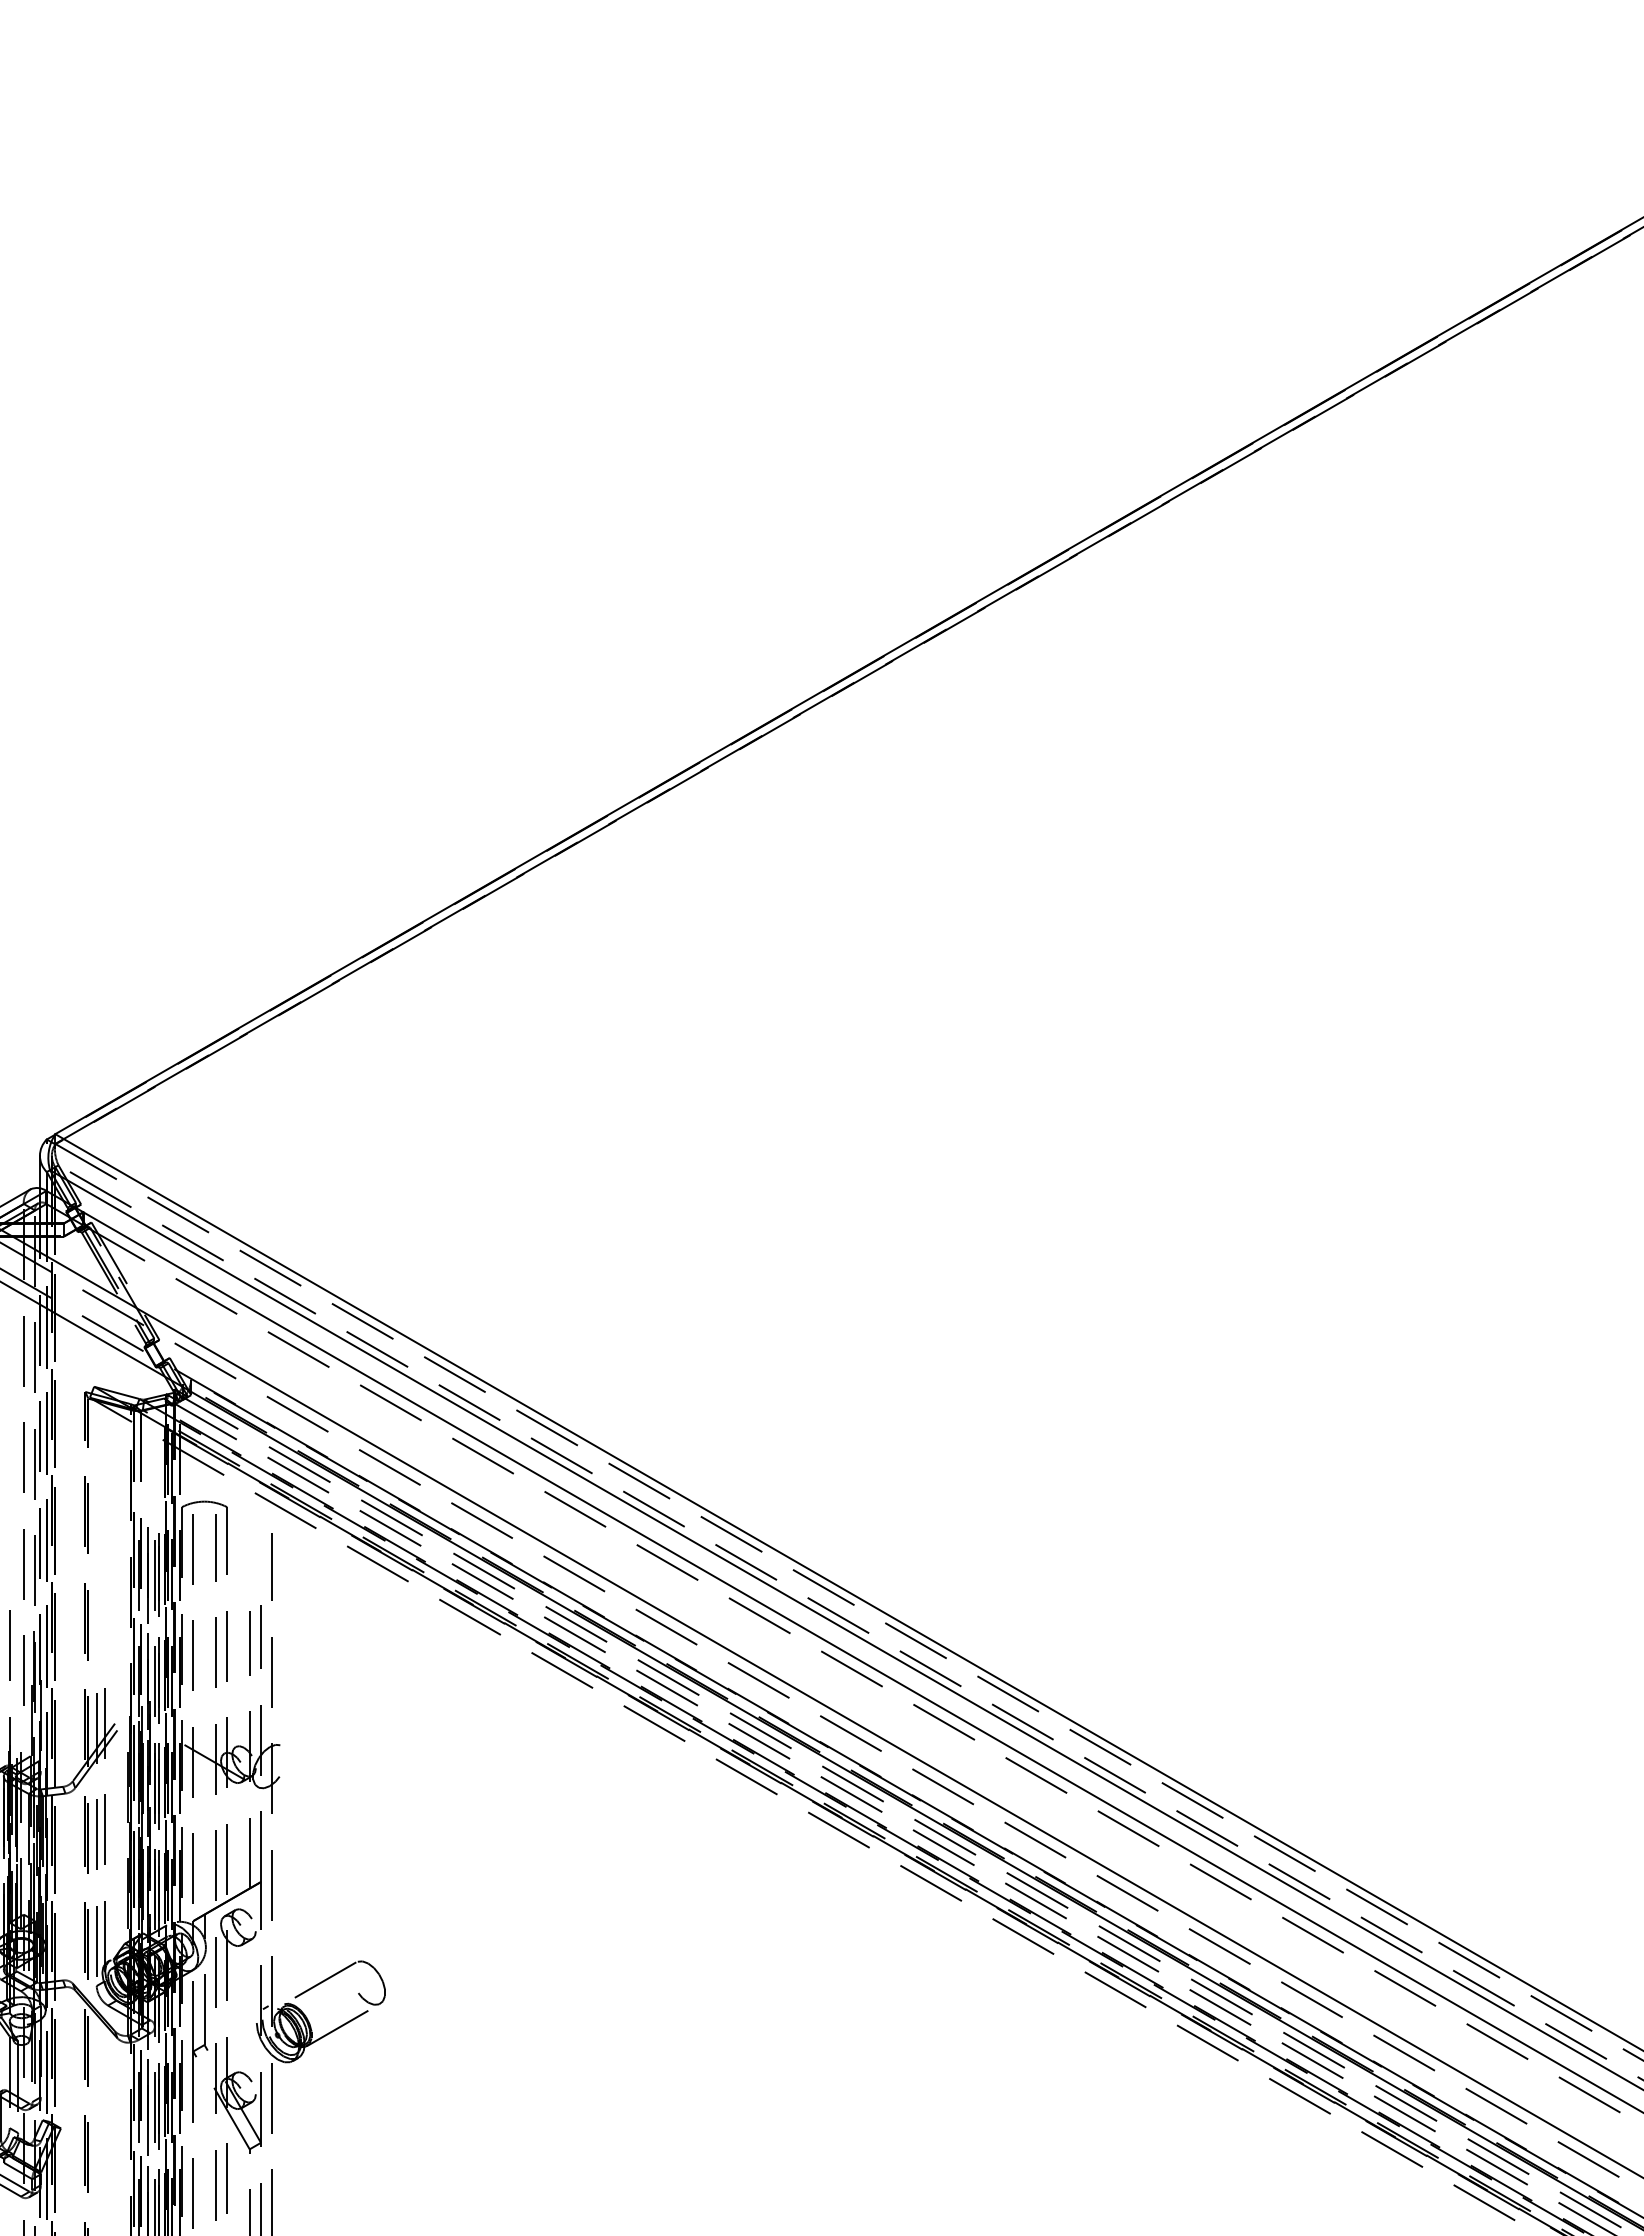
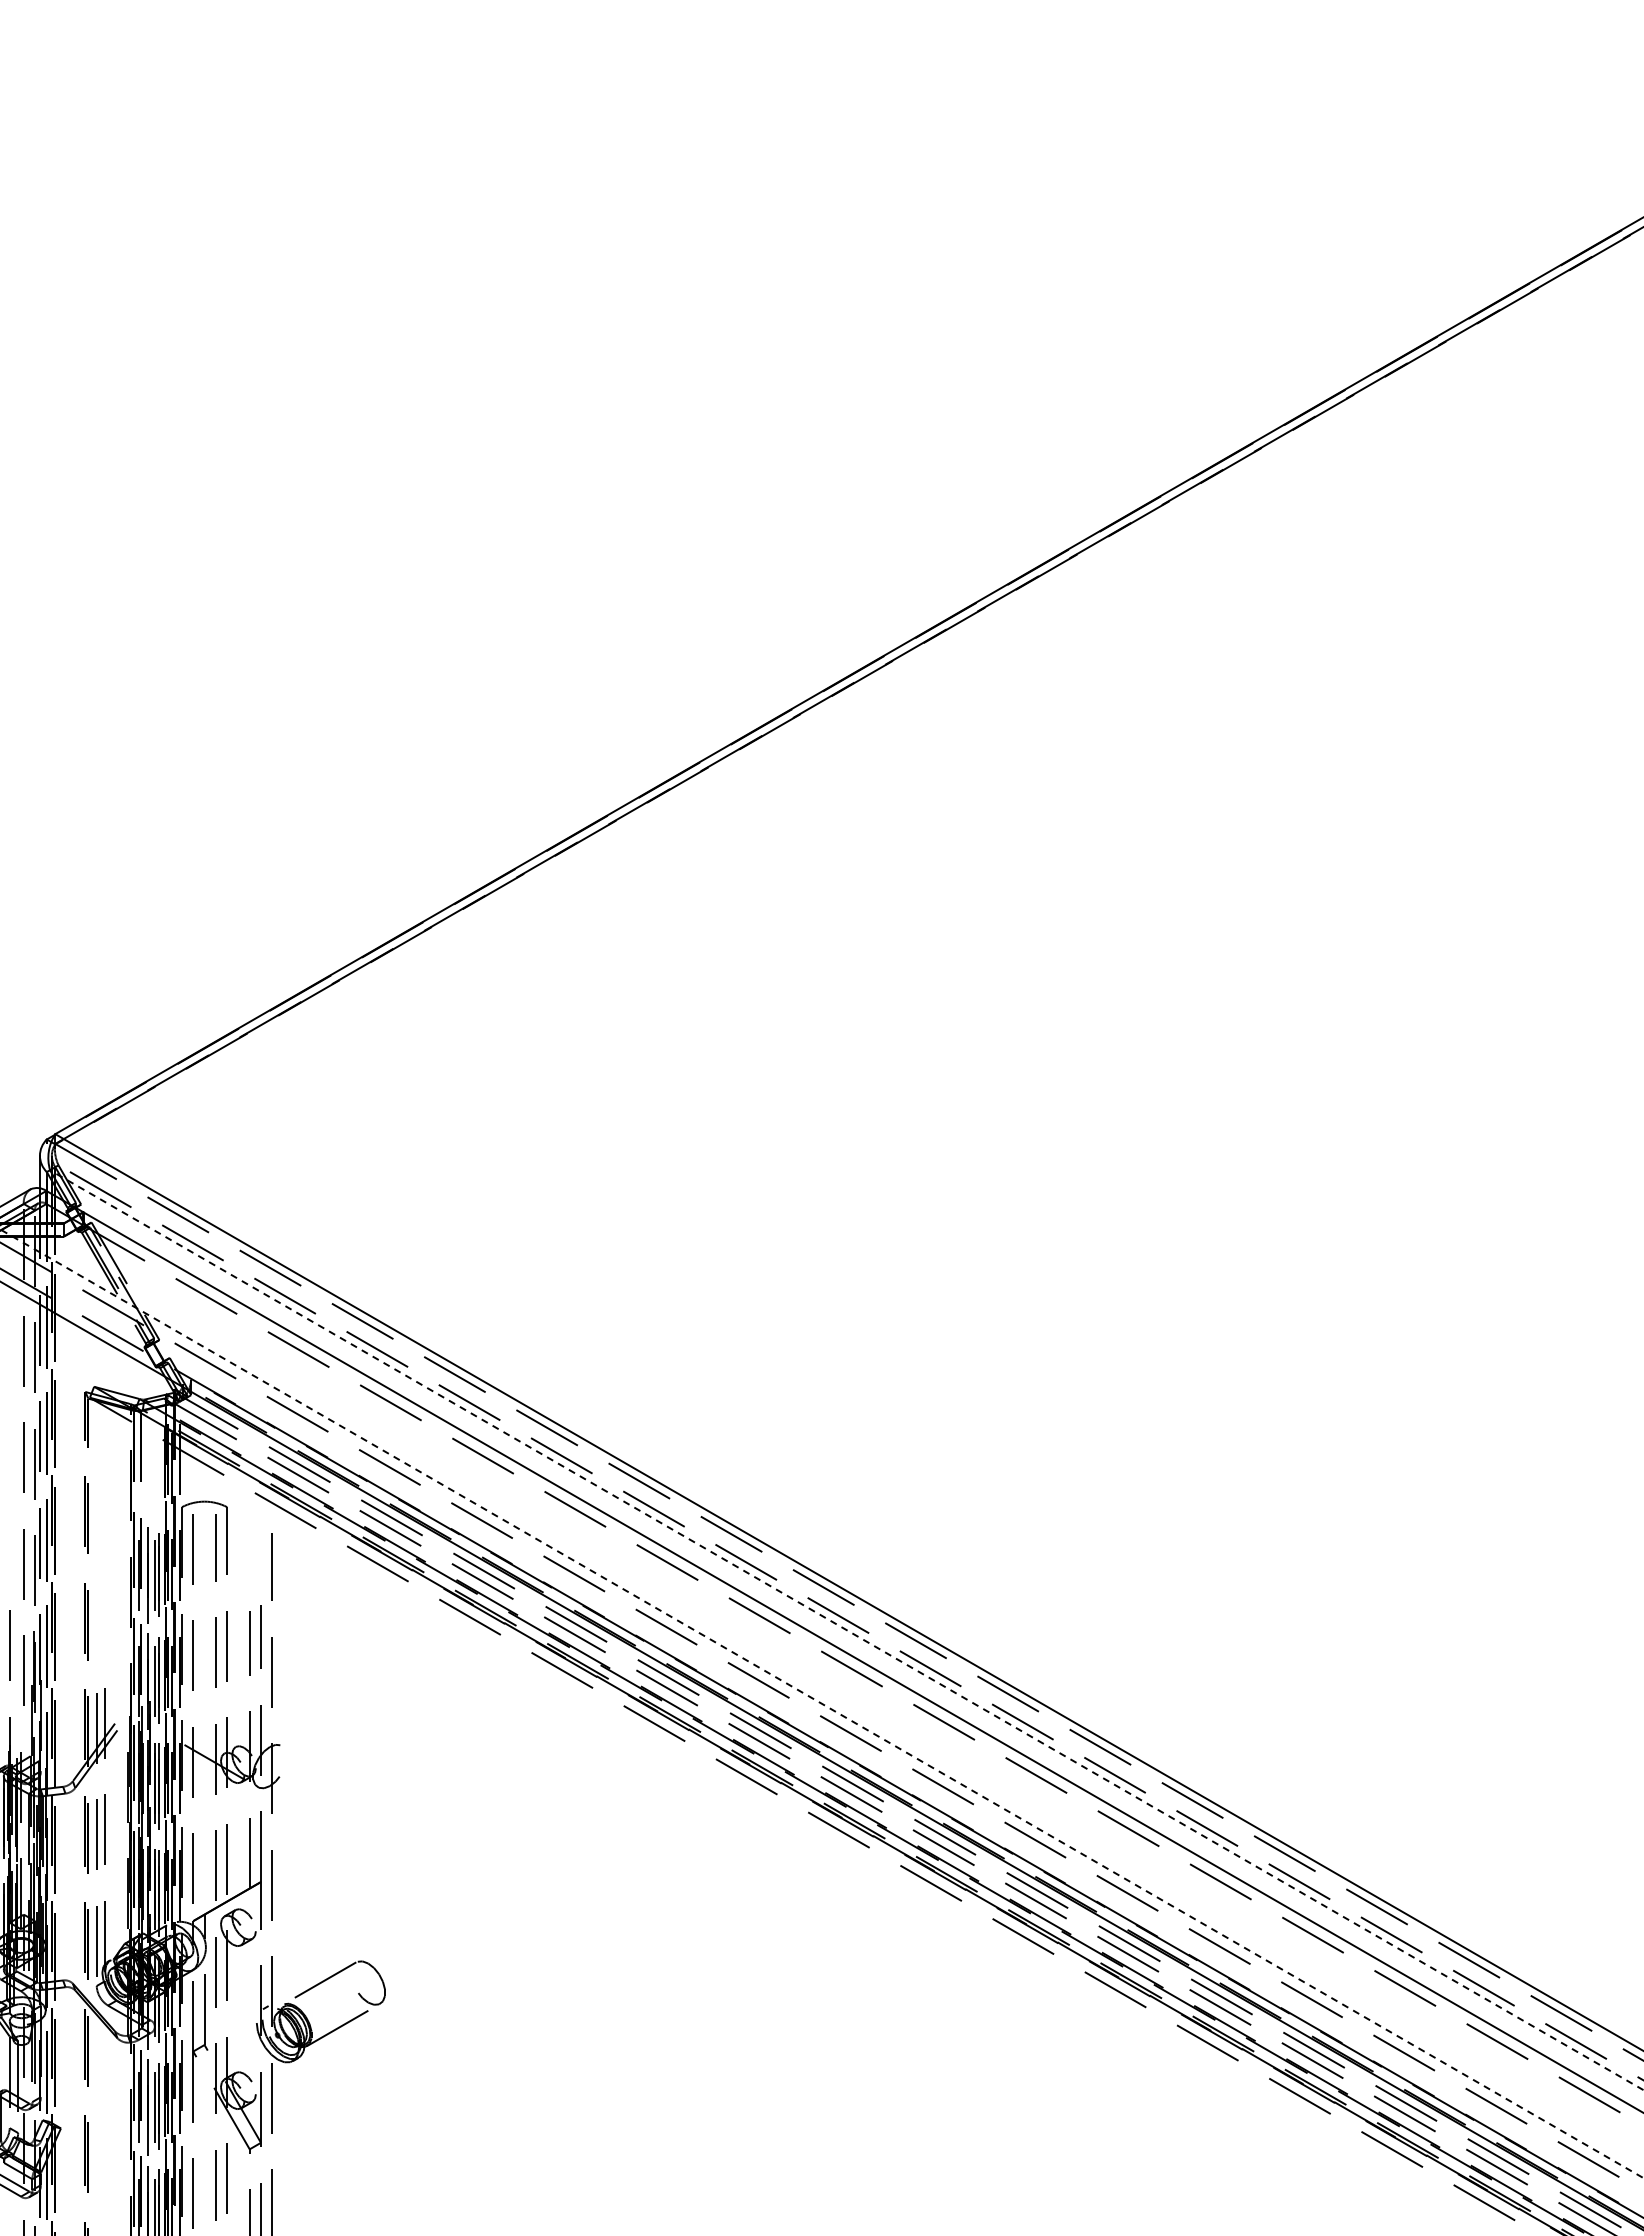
line at (846, 1629): solid -> dashed
line at (822, 1704): solid -> dashed
